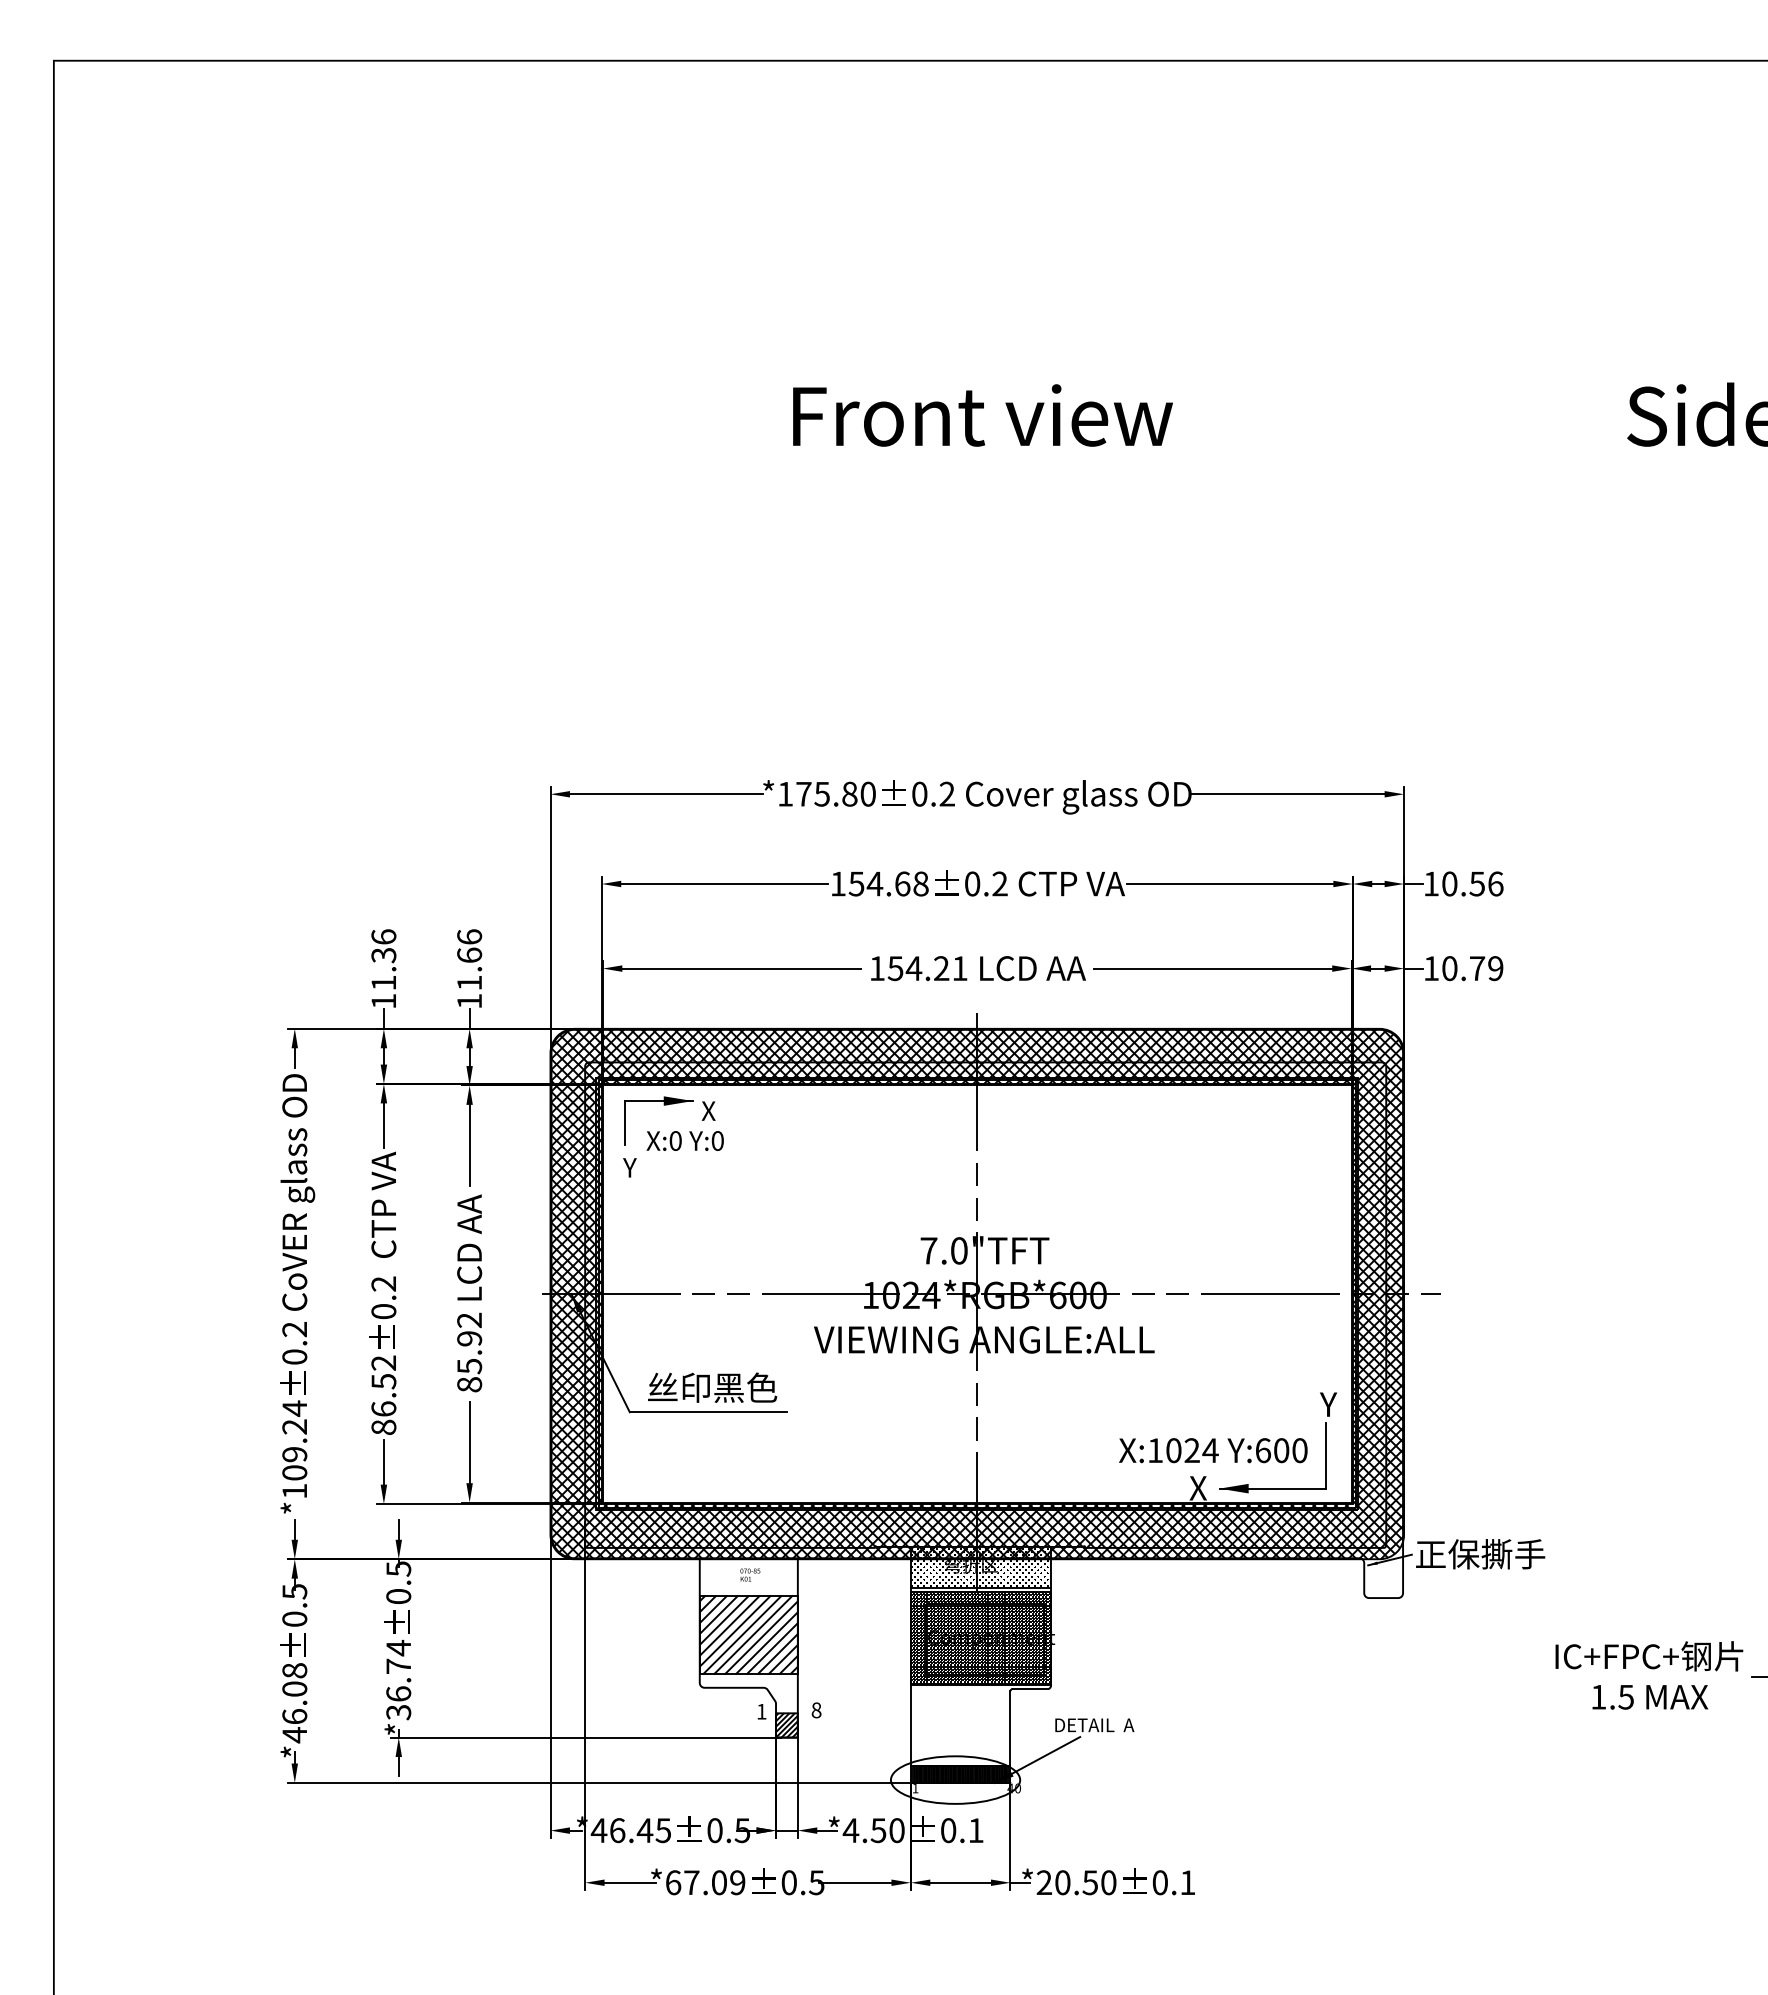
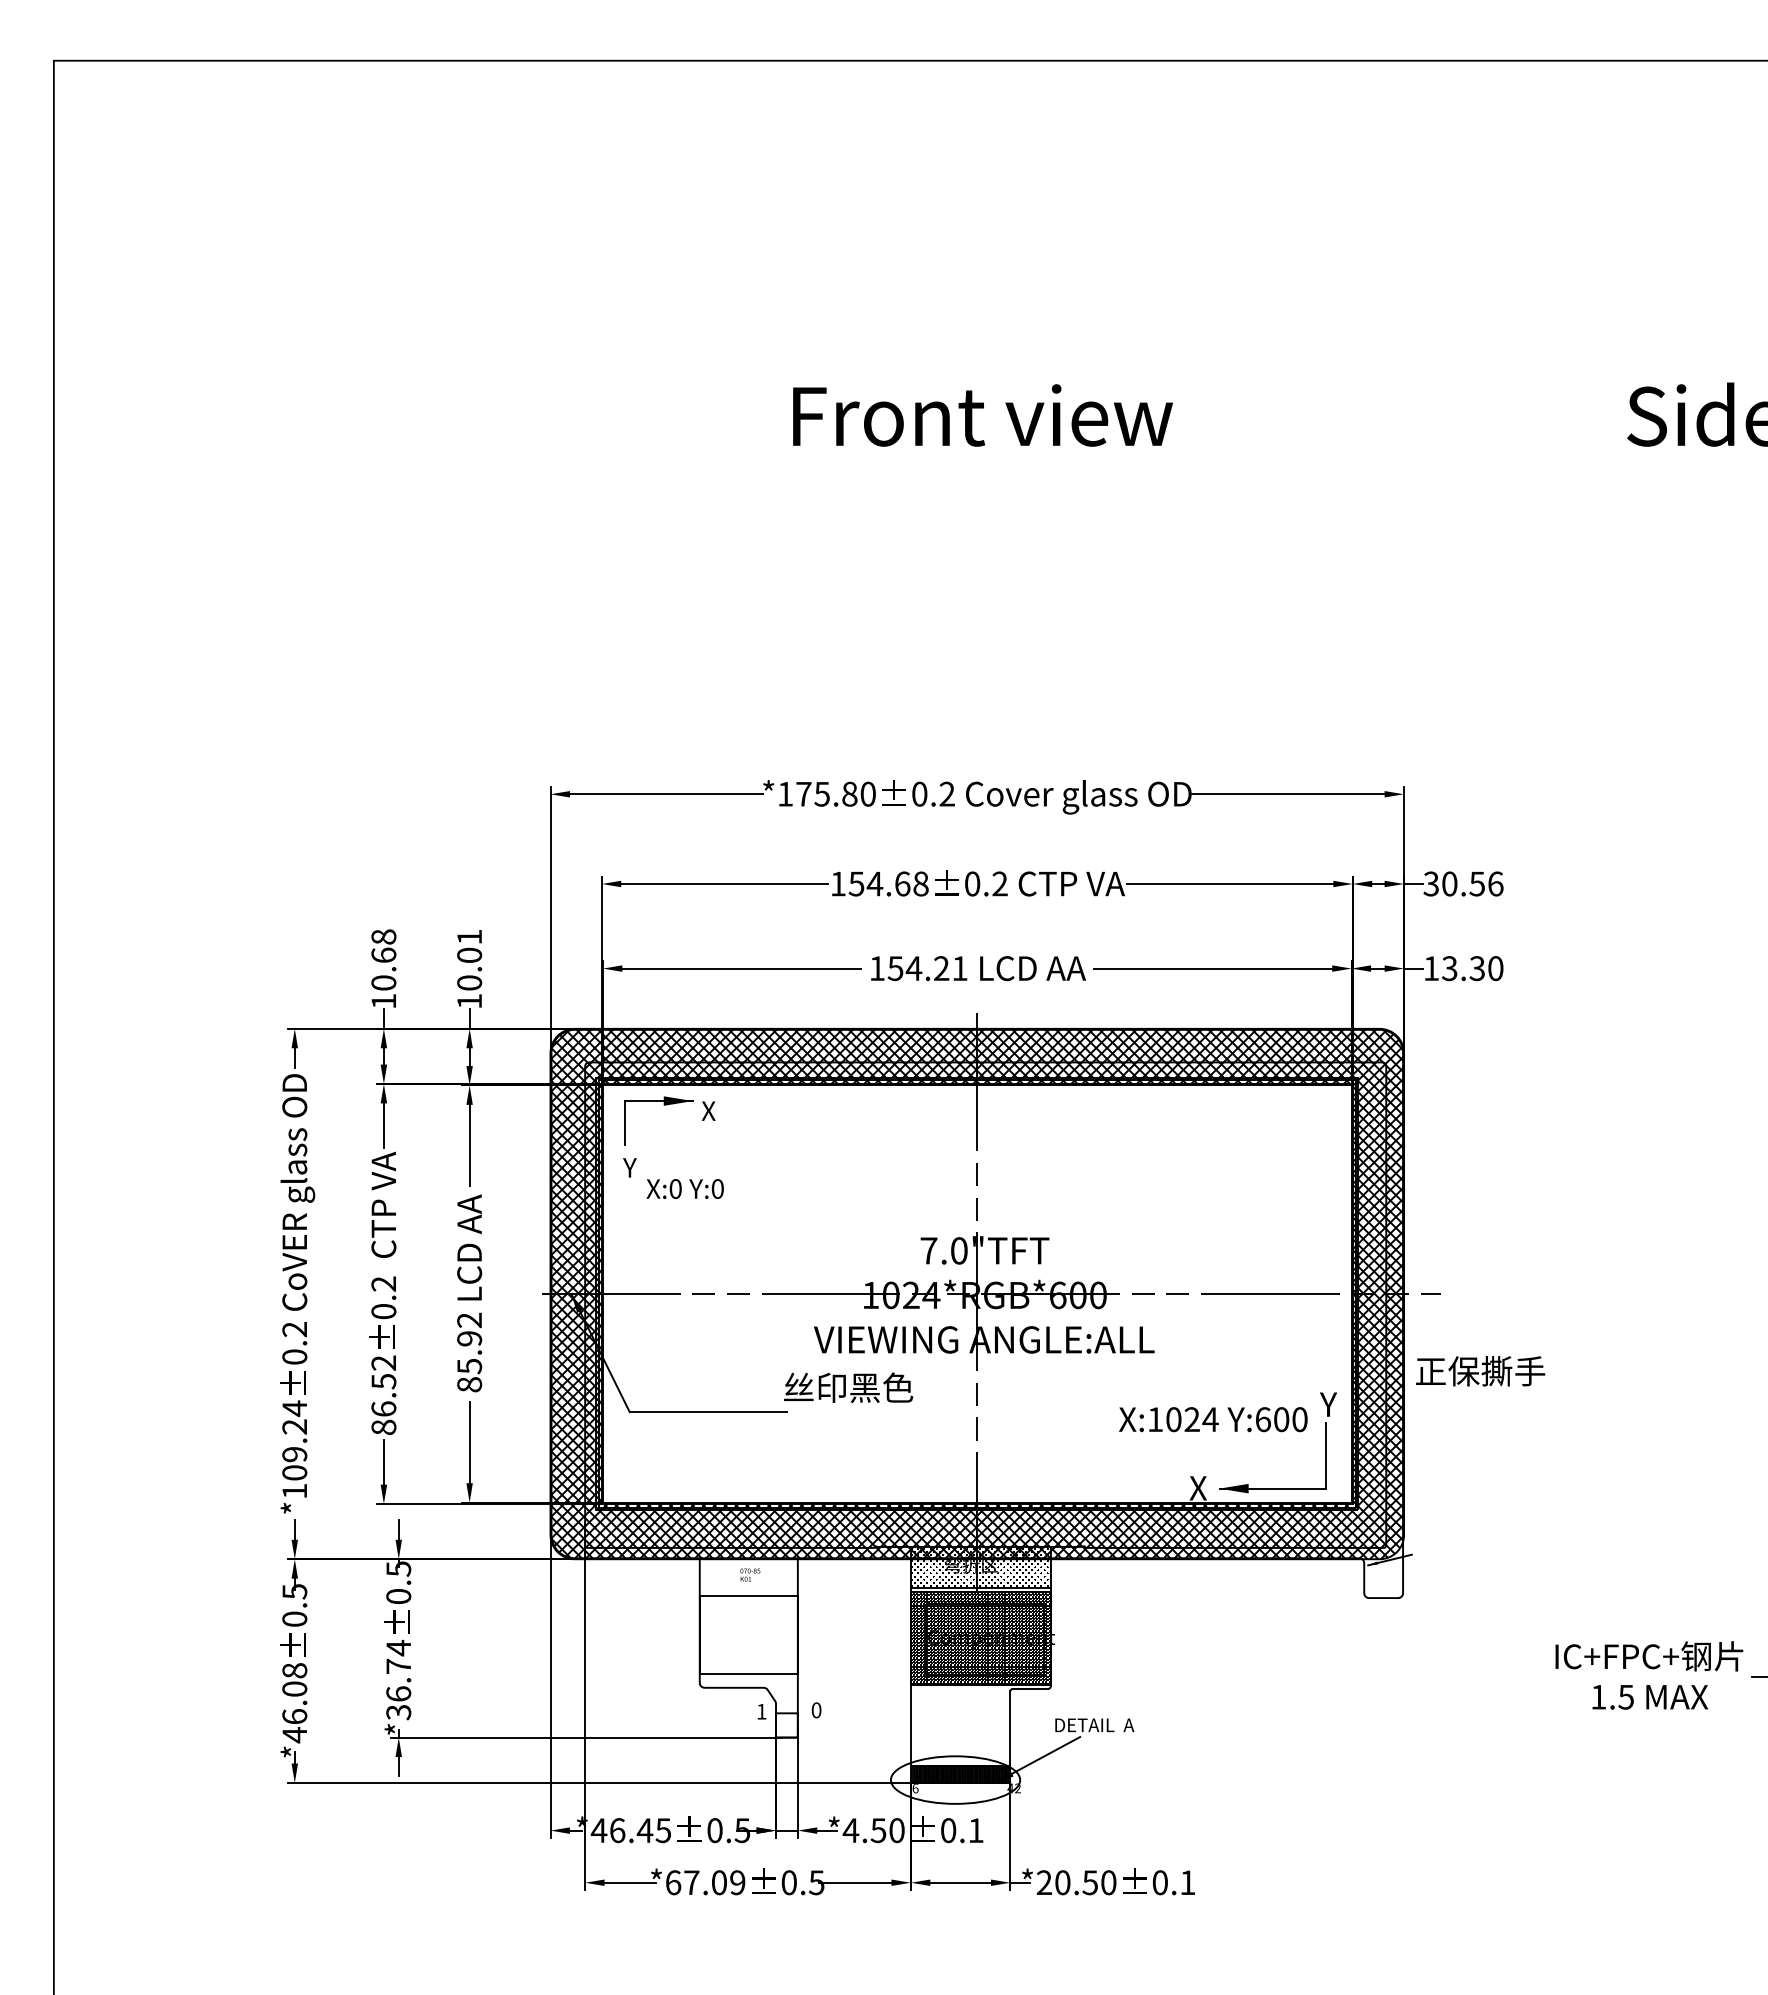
text at (1430, 883): 10.56 -> 30.56
text at (383, 959): 11.36 -> 10.68
text at (469, 959): 11.66 -> 10.01
text at (1472, 968): 10.79 -> 13.30
text at (684, 1140) position: (684, 1140) -> (684, 1188)
text at (712, 1387) position: (712, 1387) -> (848, 1387)
text at (1213, 1450) position: (1213, 1450) -> (1213, 1419)
text at (1480, 1554) position: (1480, 1554) -> (1480, 1371)
hatch at (748, 1634): present -> none
text at (816, 1710): 8 -> 0
hatch at (786, 1725): present -> none
text at (915, 1788): 1 -> 6
text at (1017, 1788): 40 -> 42
